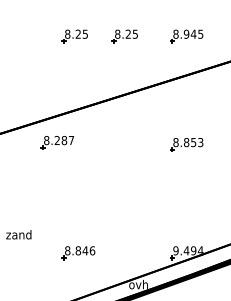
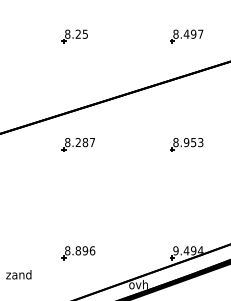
text at (193, 33): 8.945 -> 8.497
part at (124, 36): present -> none
part at (56, 142) position: (56, 142) -> (77, 144)
text at (186, 142): 8.853 -> 8.953
text at (18, 234) position: (18, 234) -> (18, 274)
text at (85, 250): 8.846 -> 8.896
